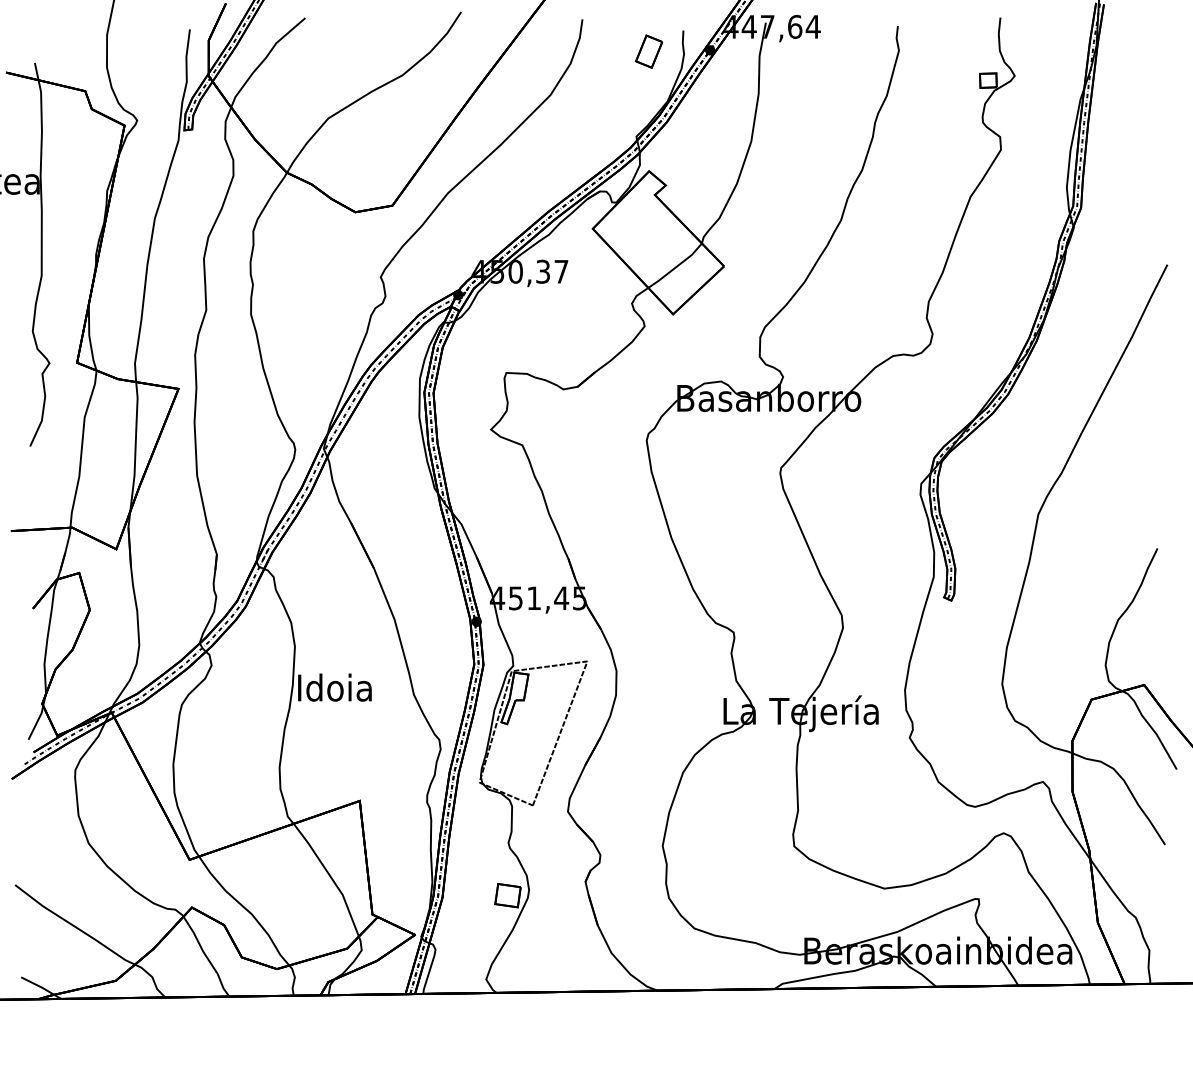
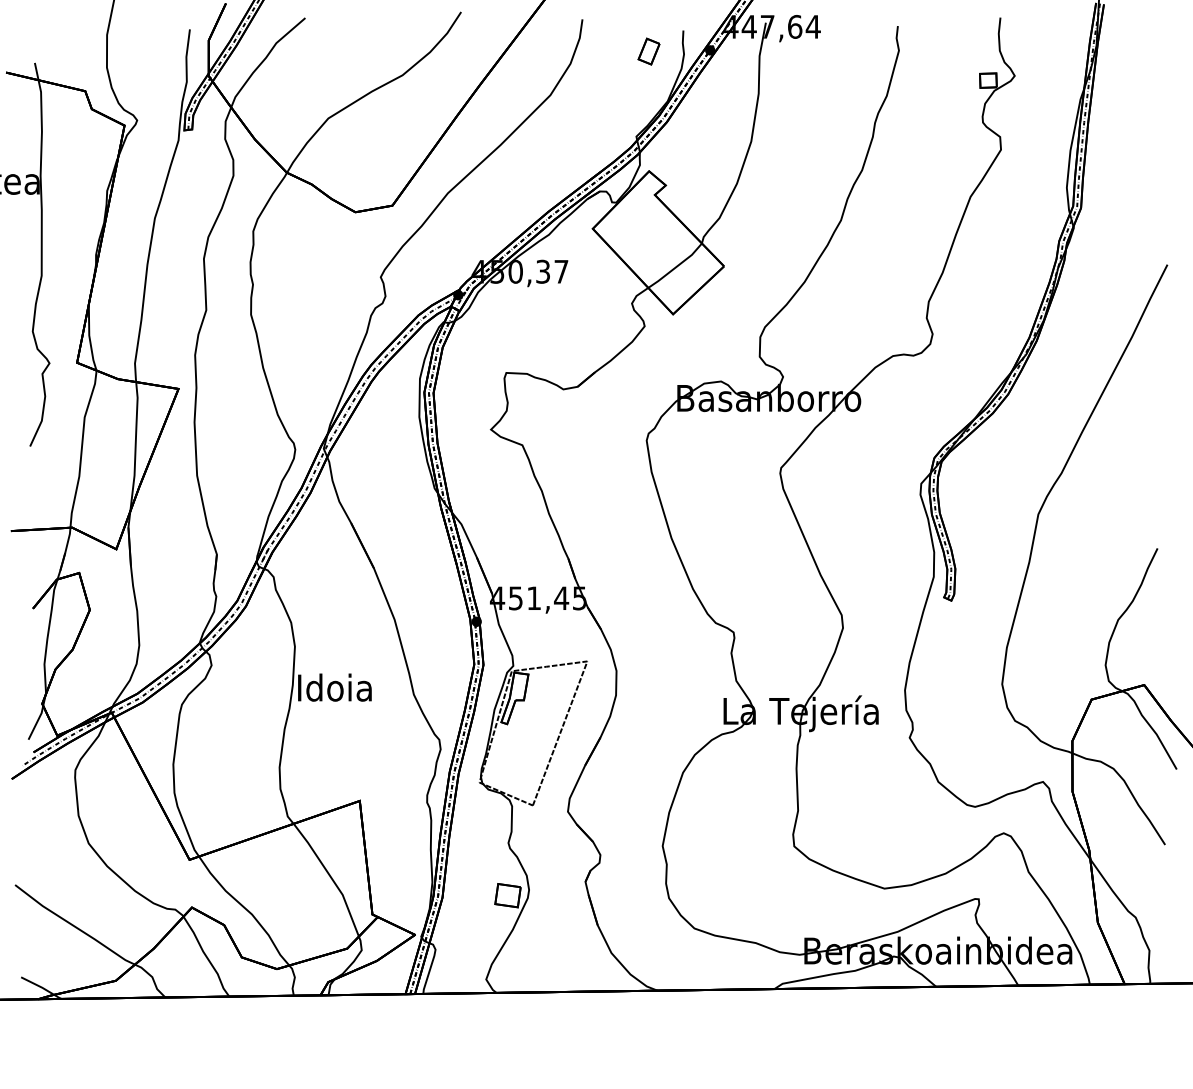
part at (649, 51) size: 29x35 px -> 24x29 px
